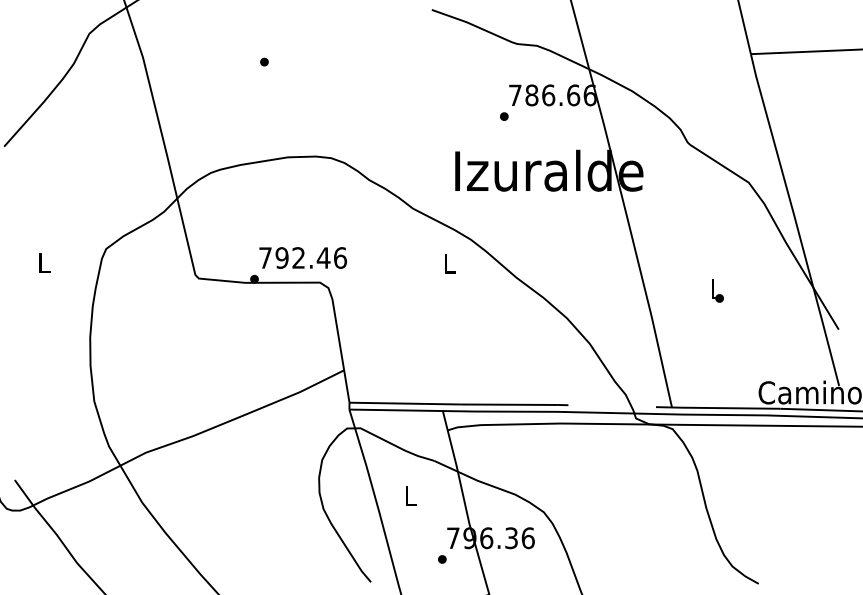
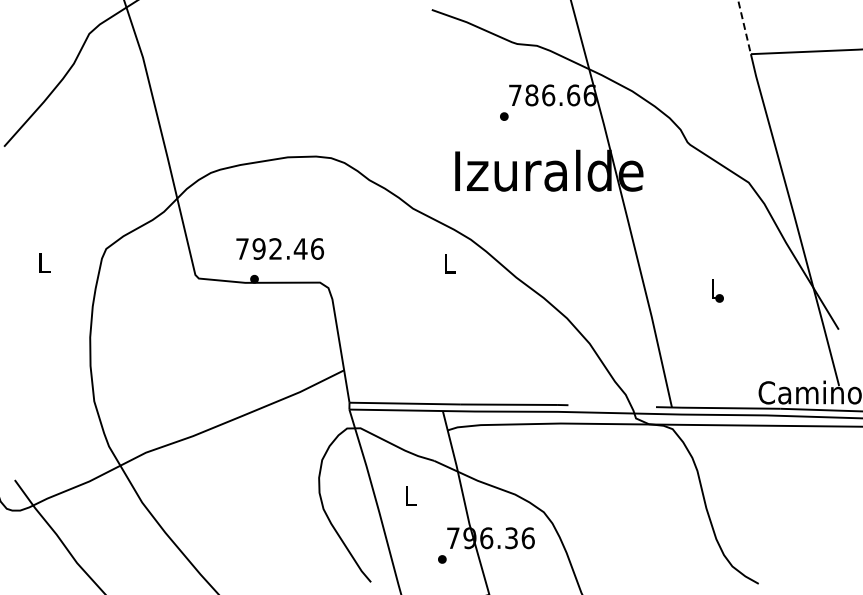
line at (744, 27): solid -> dashed
part at (264, 61): present -> none
text at (302, 257) position: (302, 257) -> (279, 248)
